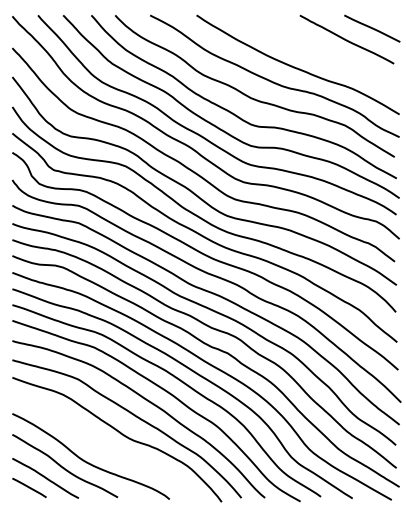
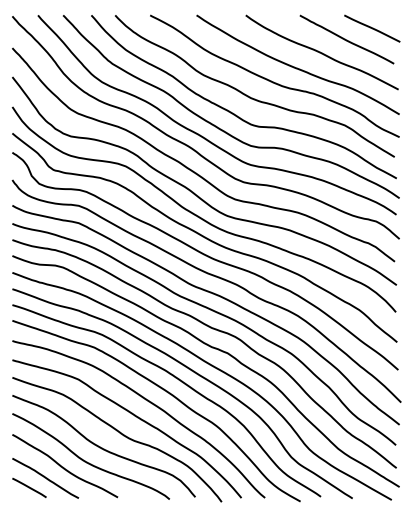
curve at (321, 52): none -> present
curve at (102, 447): none -> present
